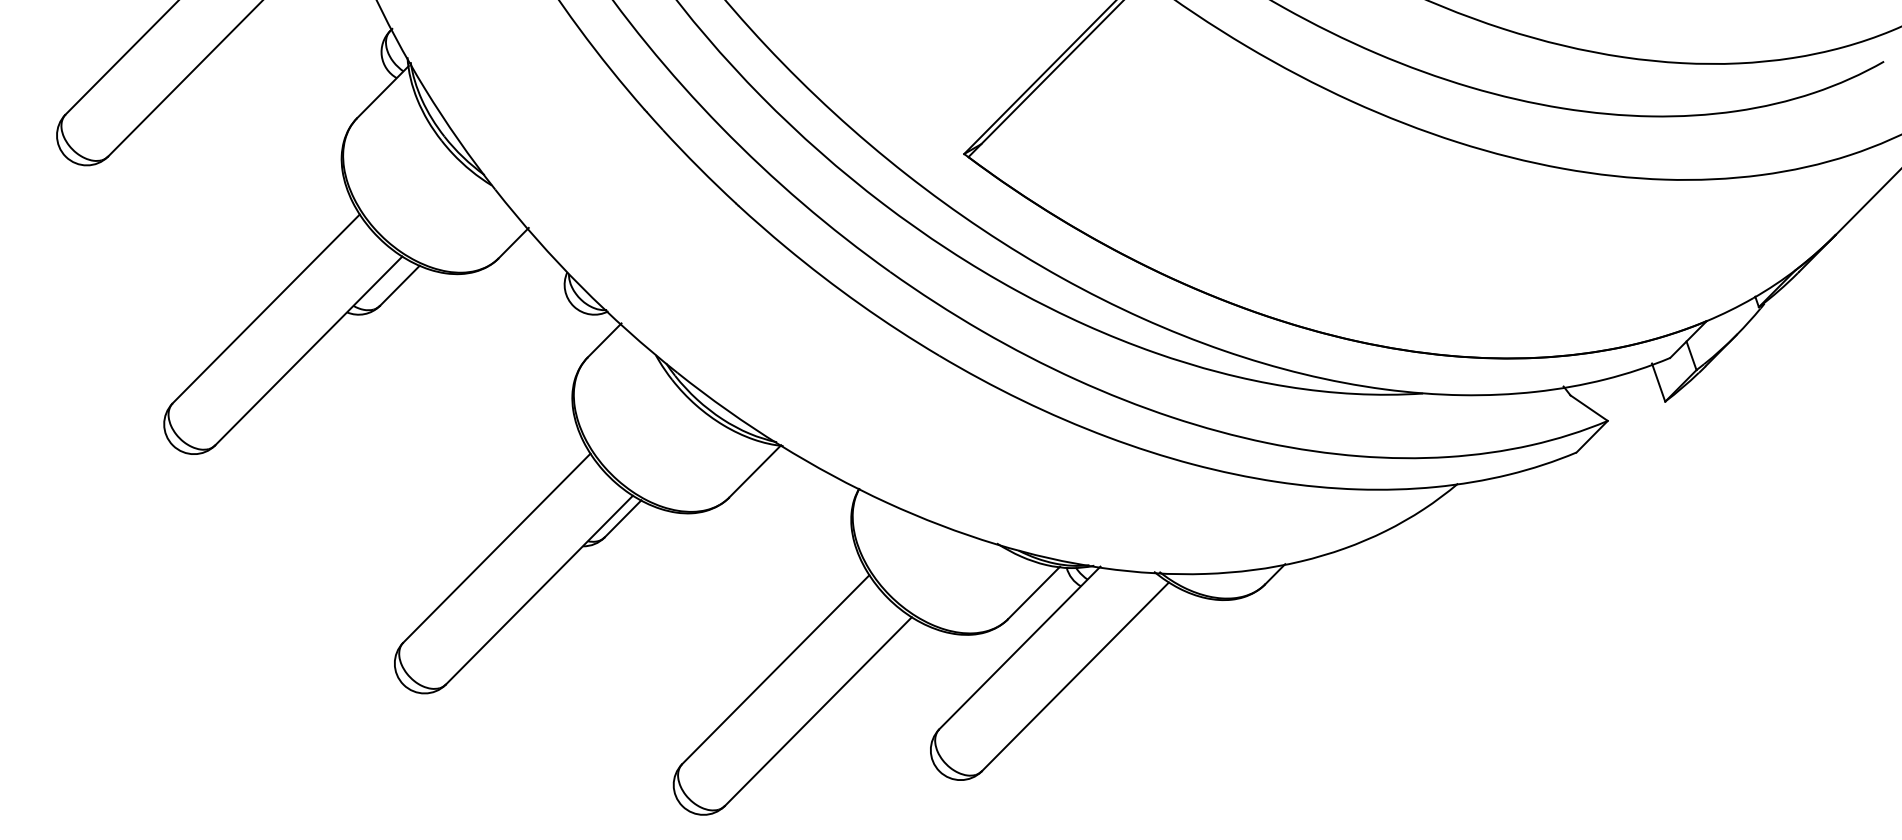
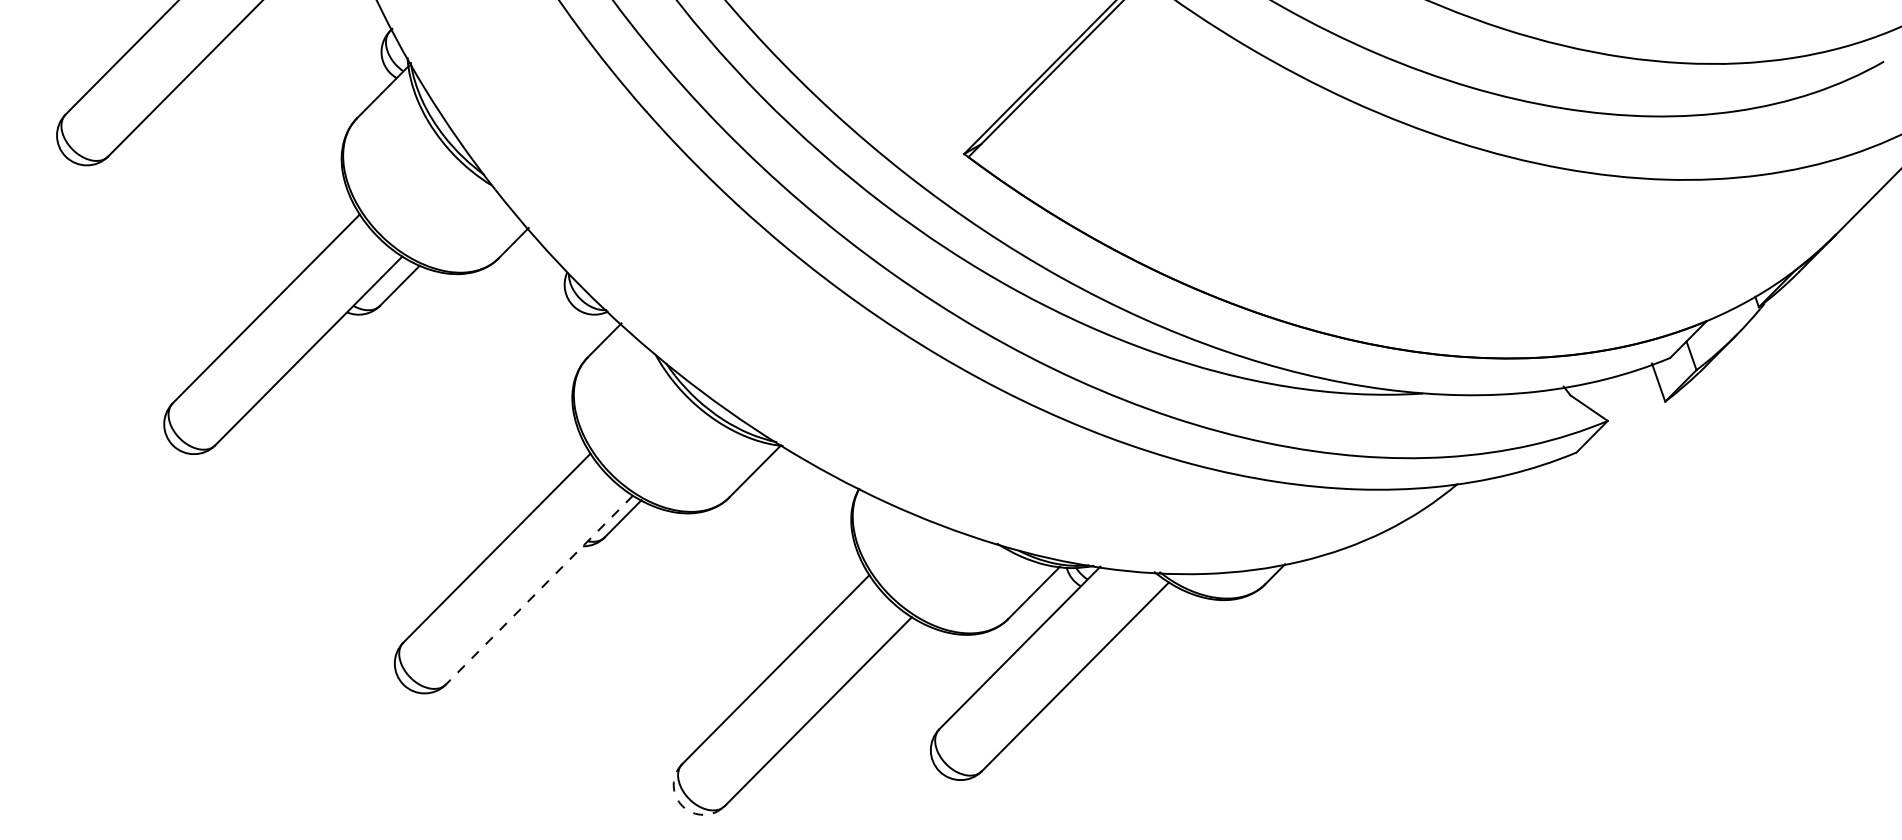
line at (539, 590): solid -> dashed
arc at (682, 806): solid -> dashed
